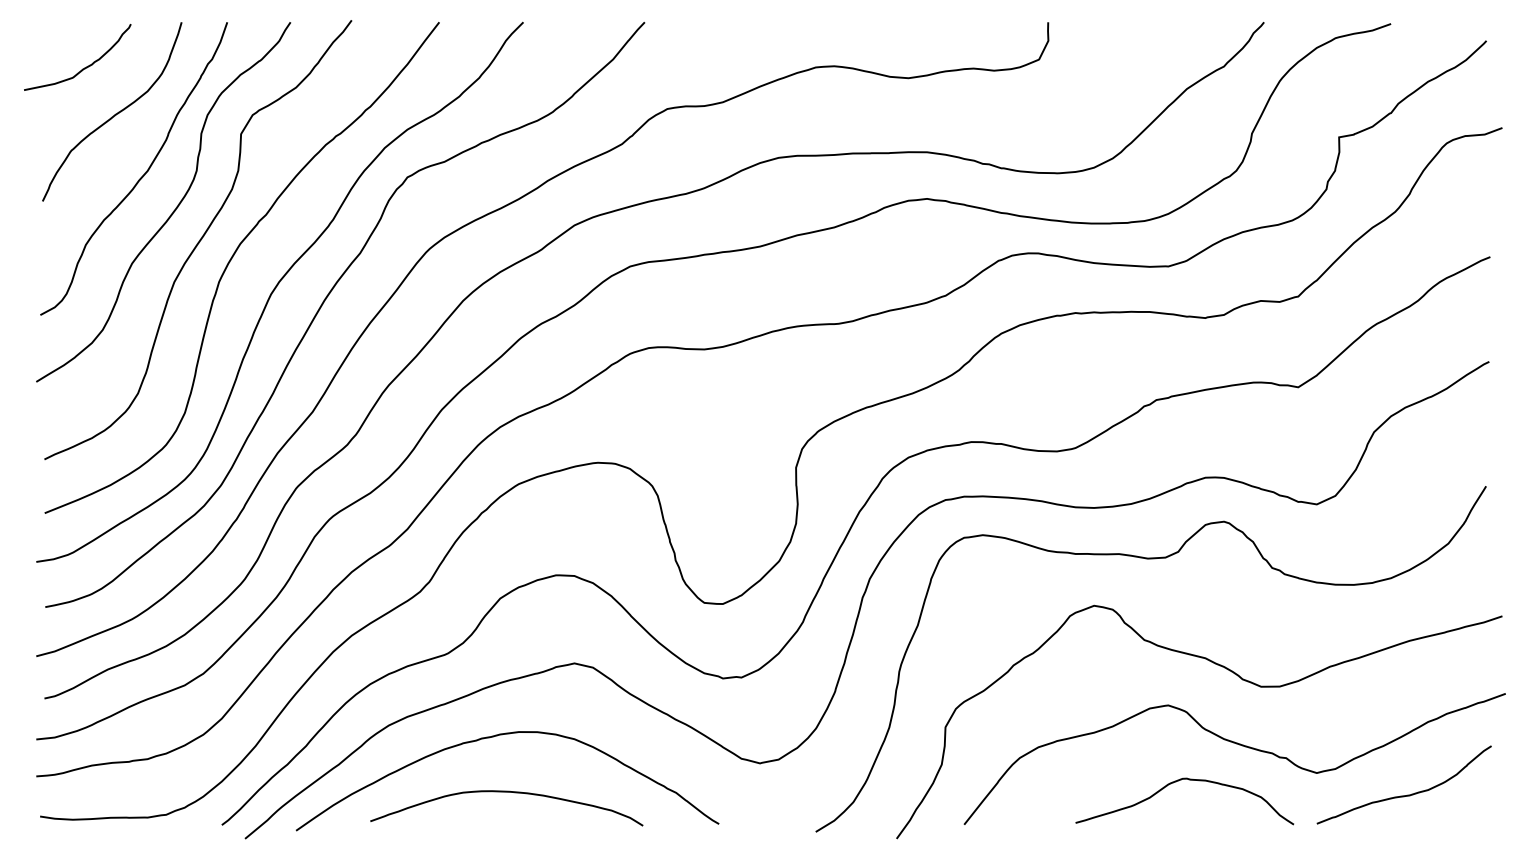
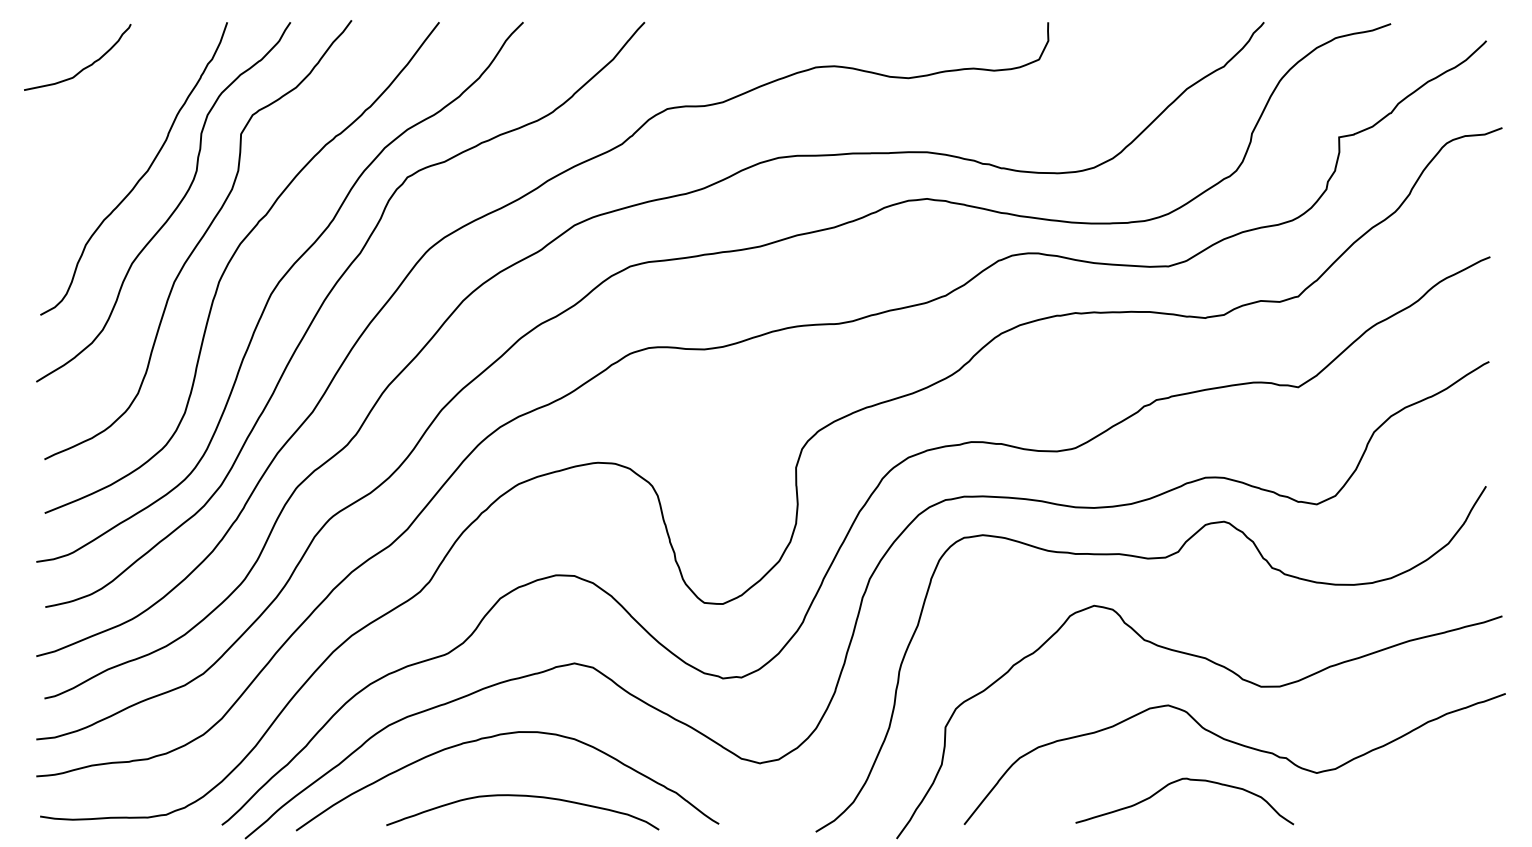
curve at (115, 113): present -> none
curve at (506, 792) position: (506, 792) -> (522, 796)
curve at (1407, 794): present -> none
